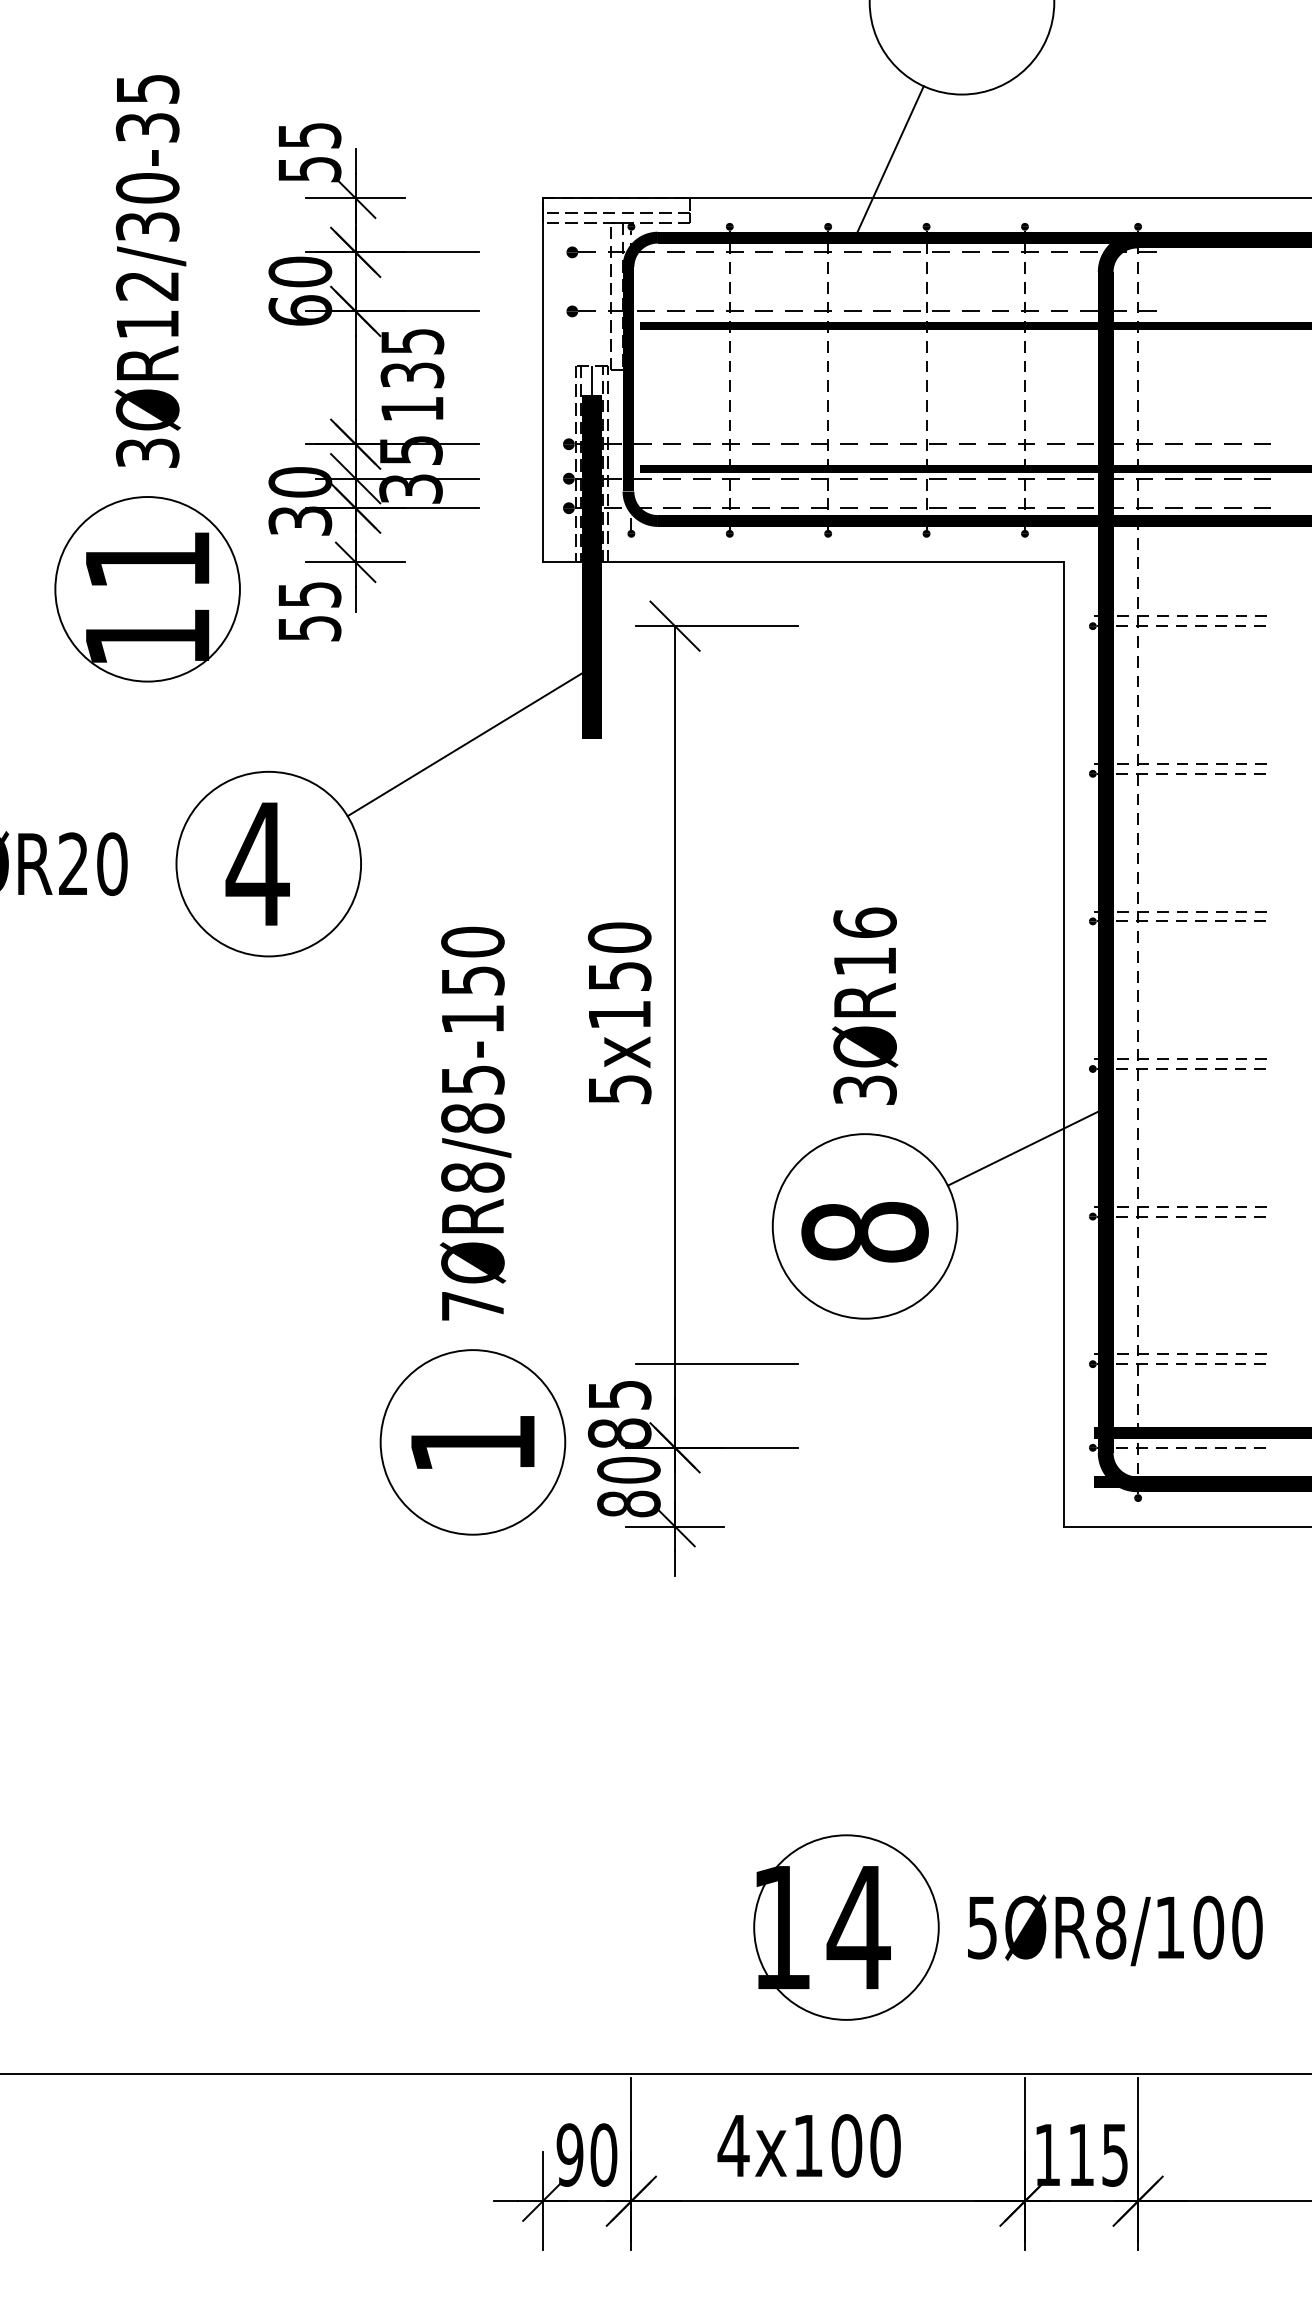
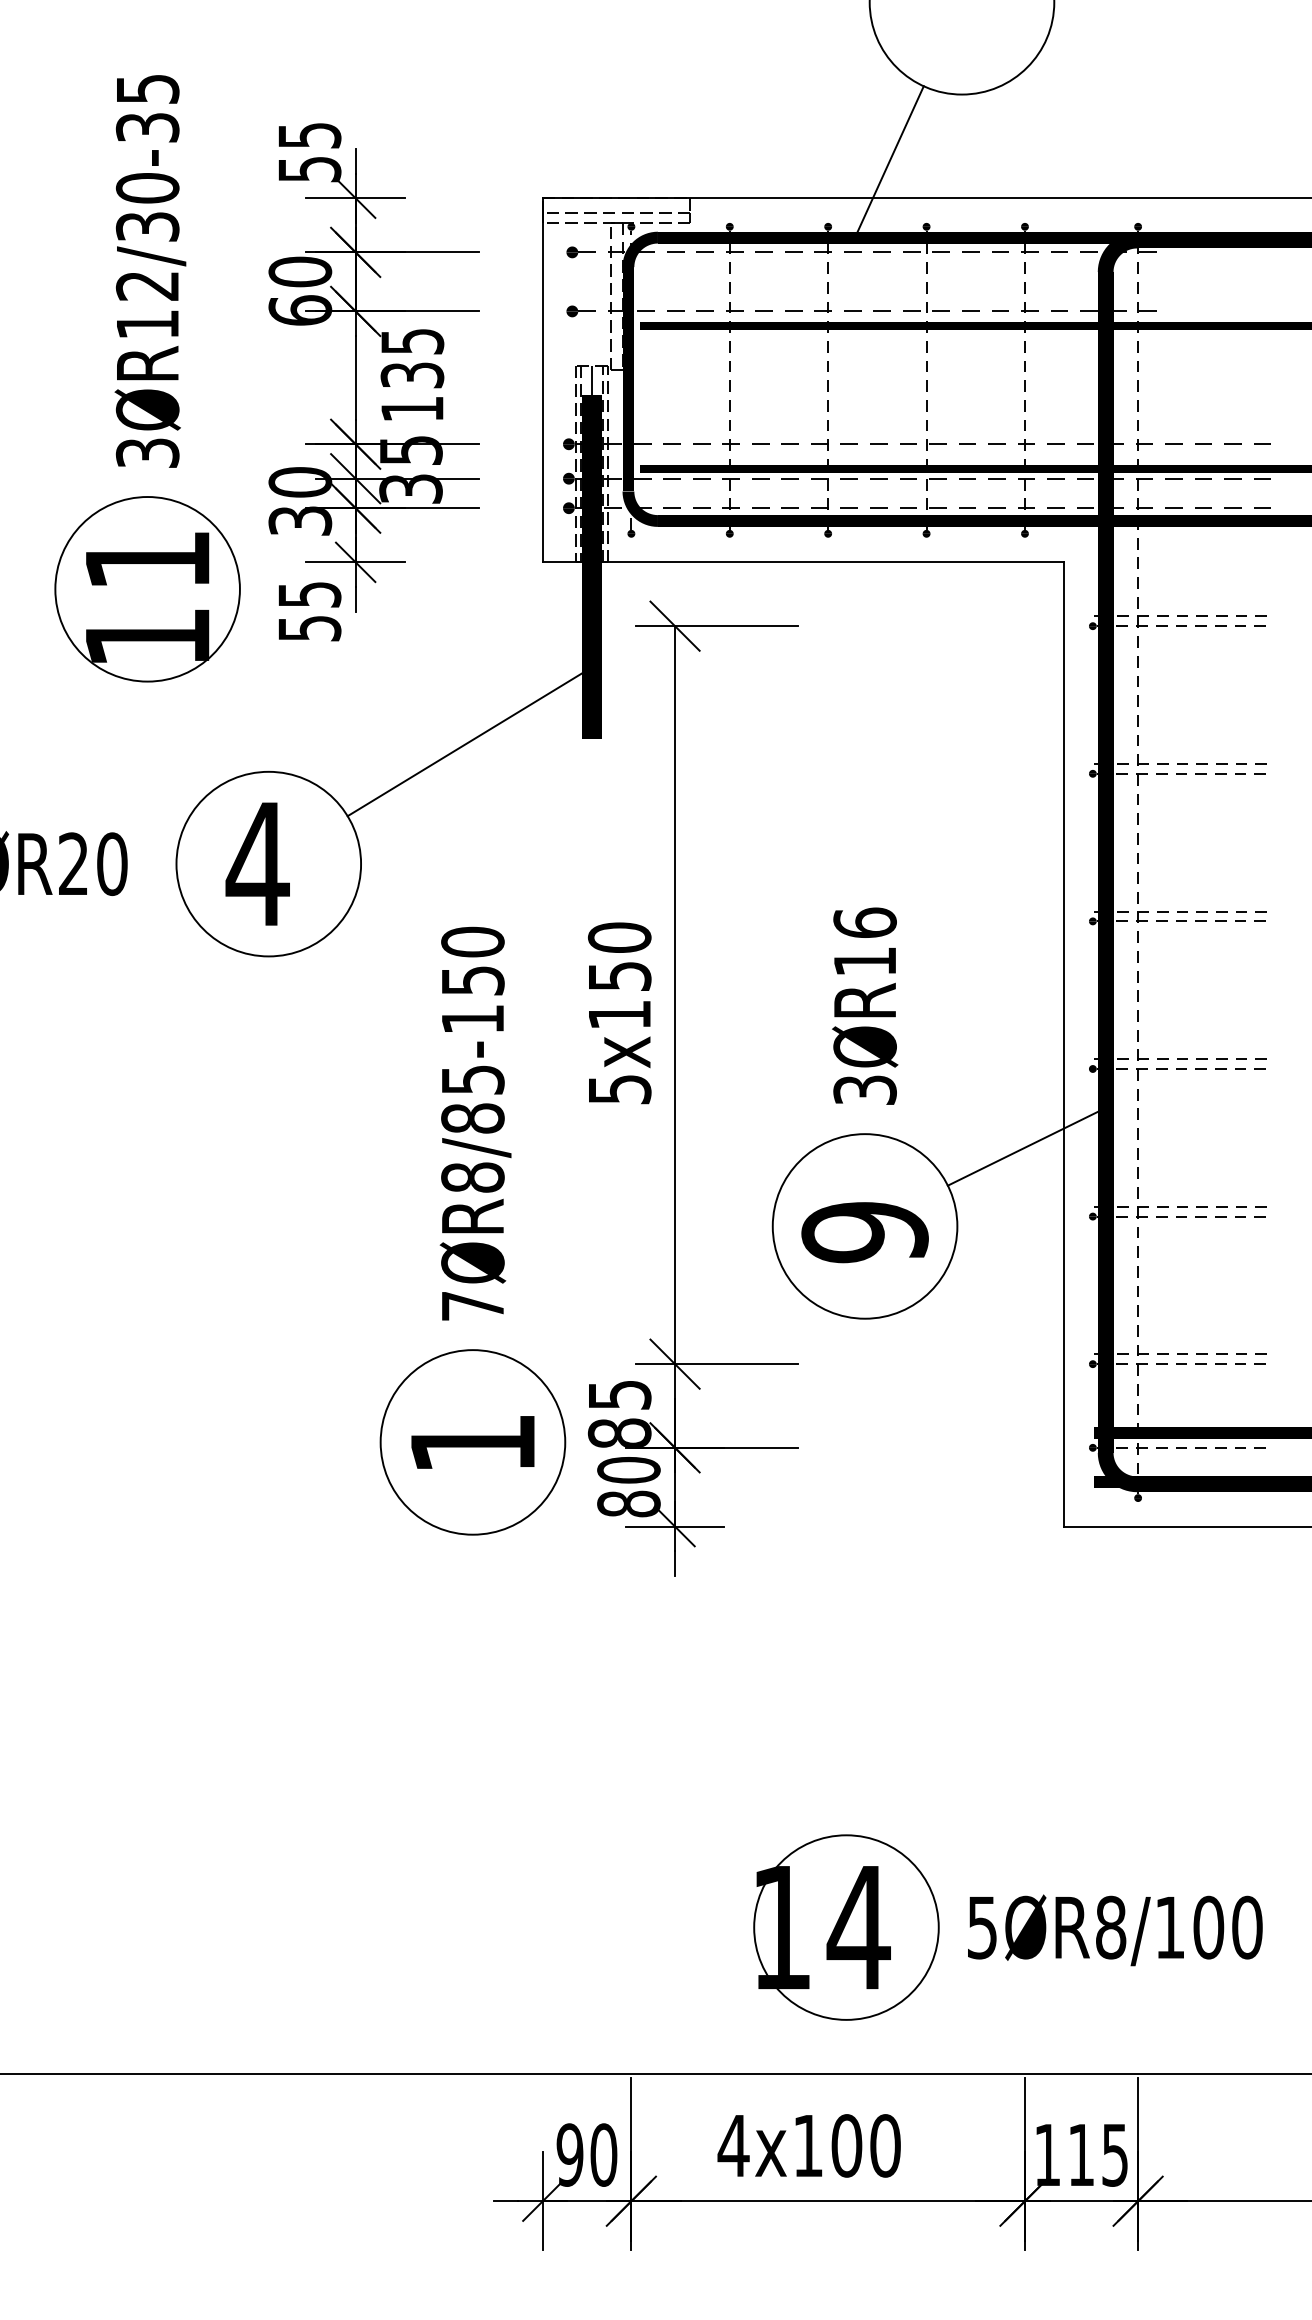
text at (864, 1232): 8 -> 9
line at (674, 1363): none -> present
